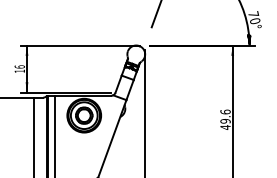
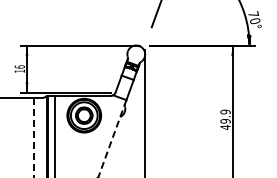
text at (225, 111): 49.6 -> 49.9
line at (33, 137): solid -> dashed
line at (112, 139): solid -> dashed
